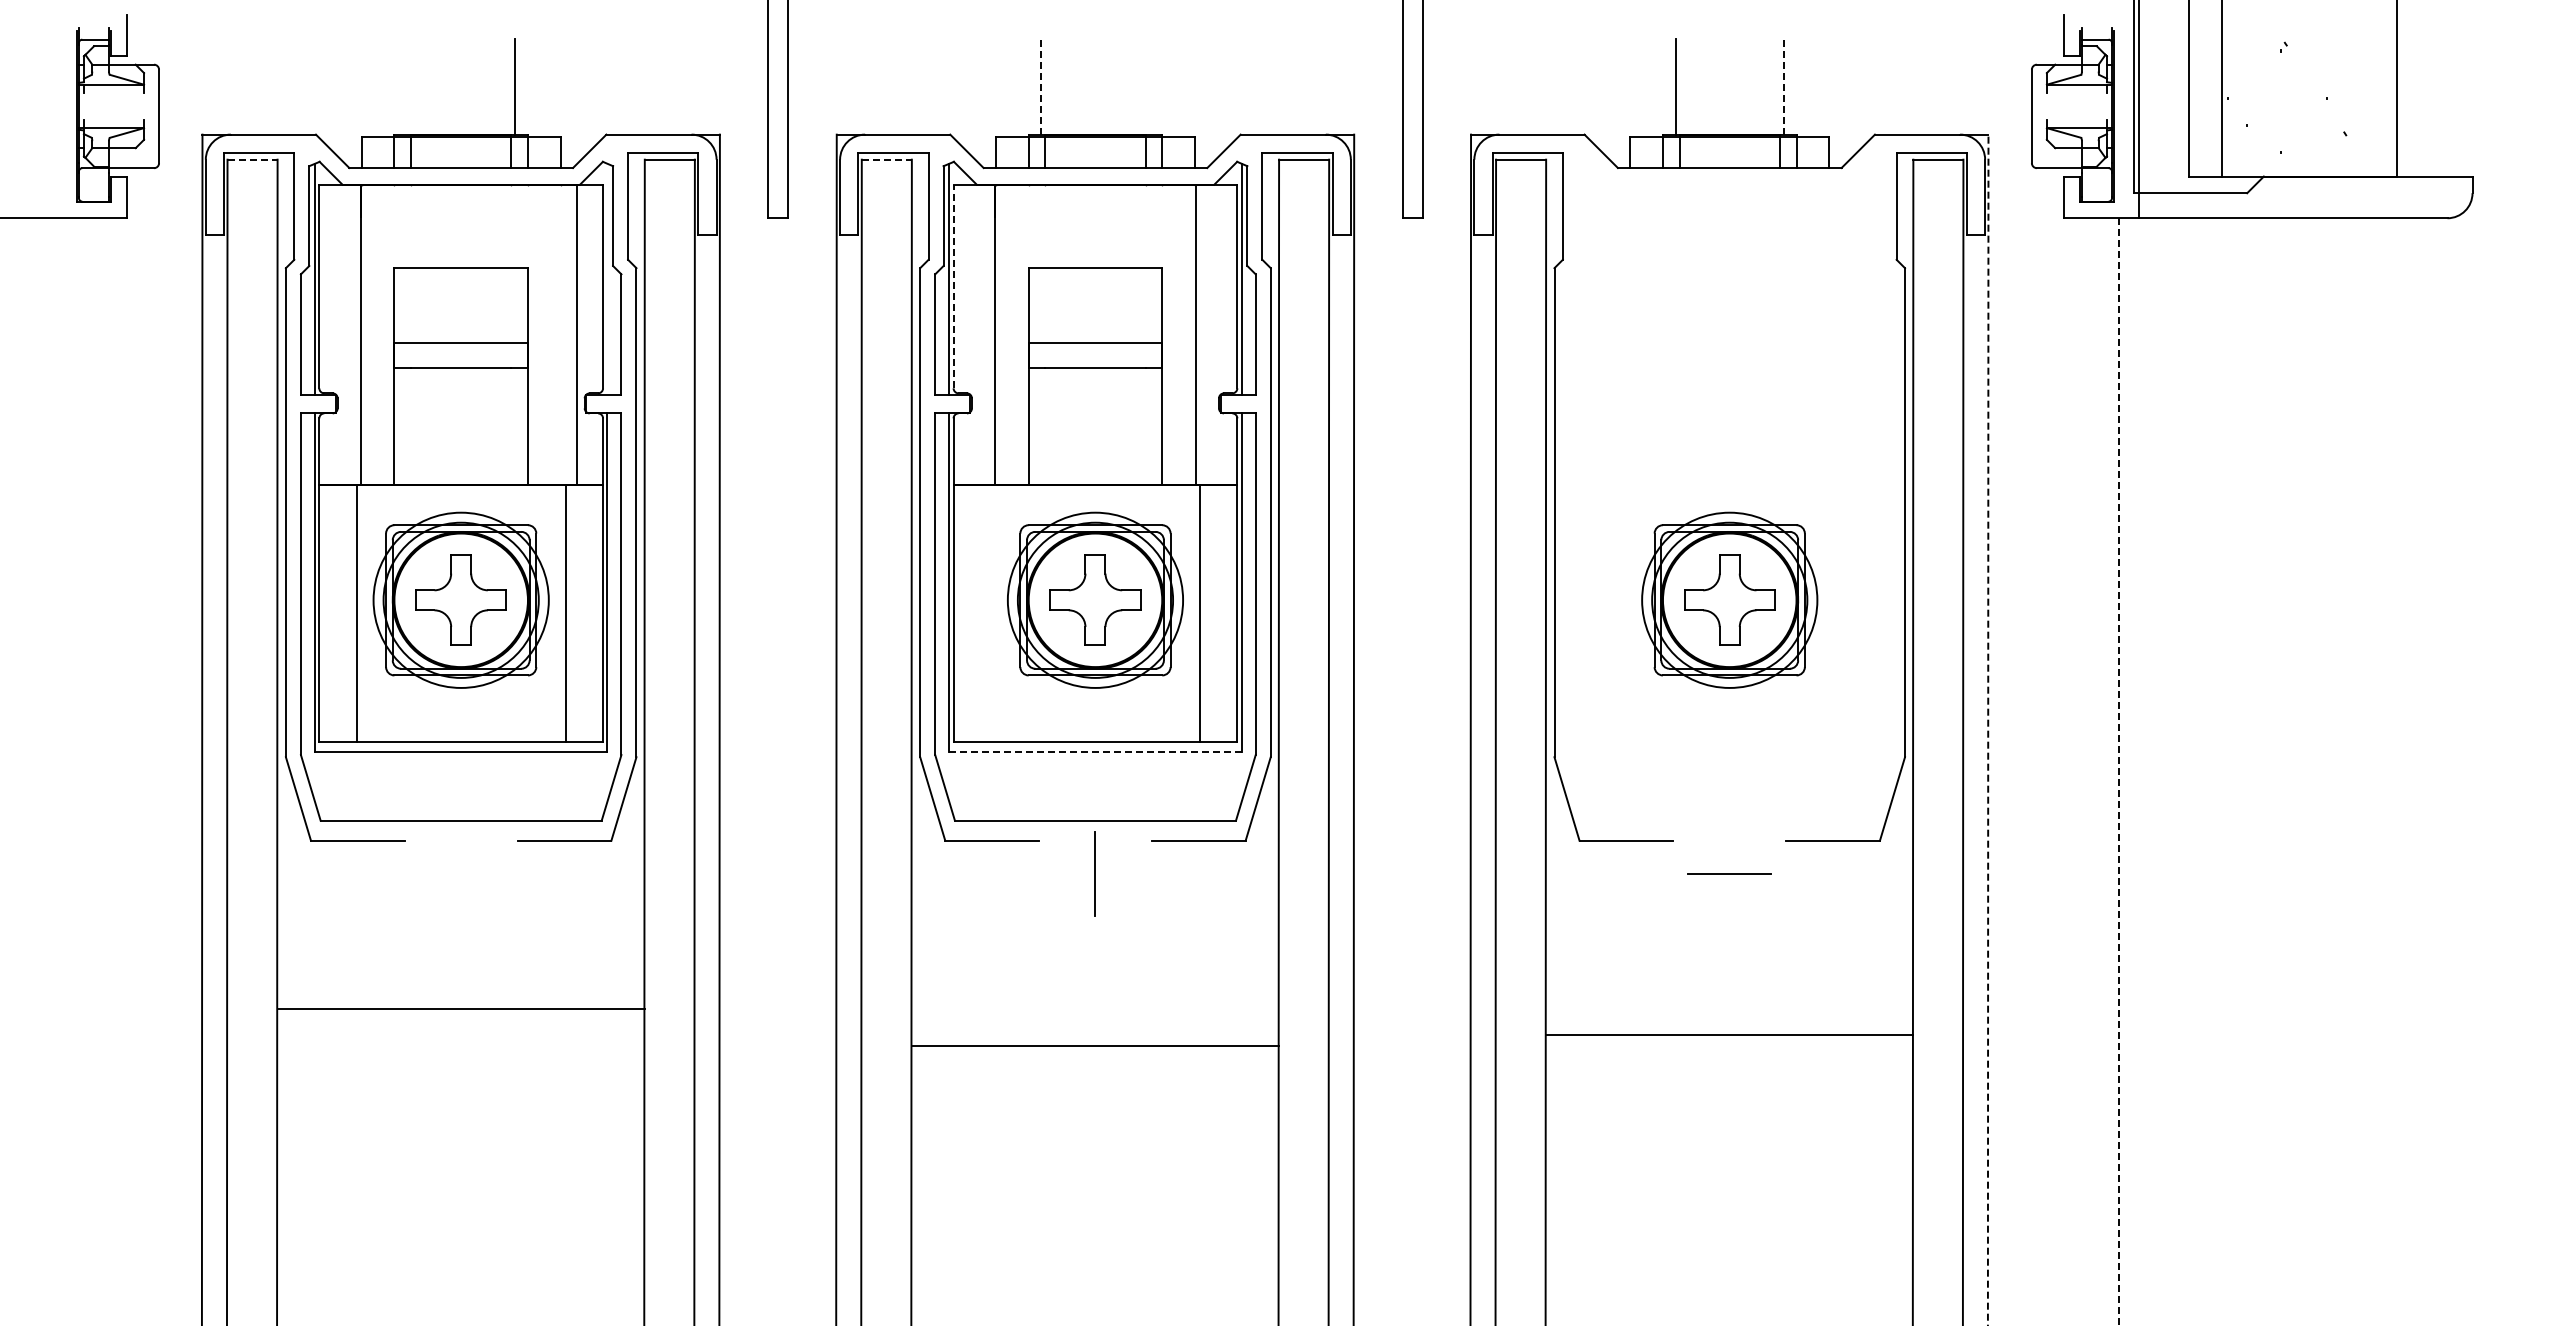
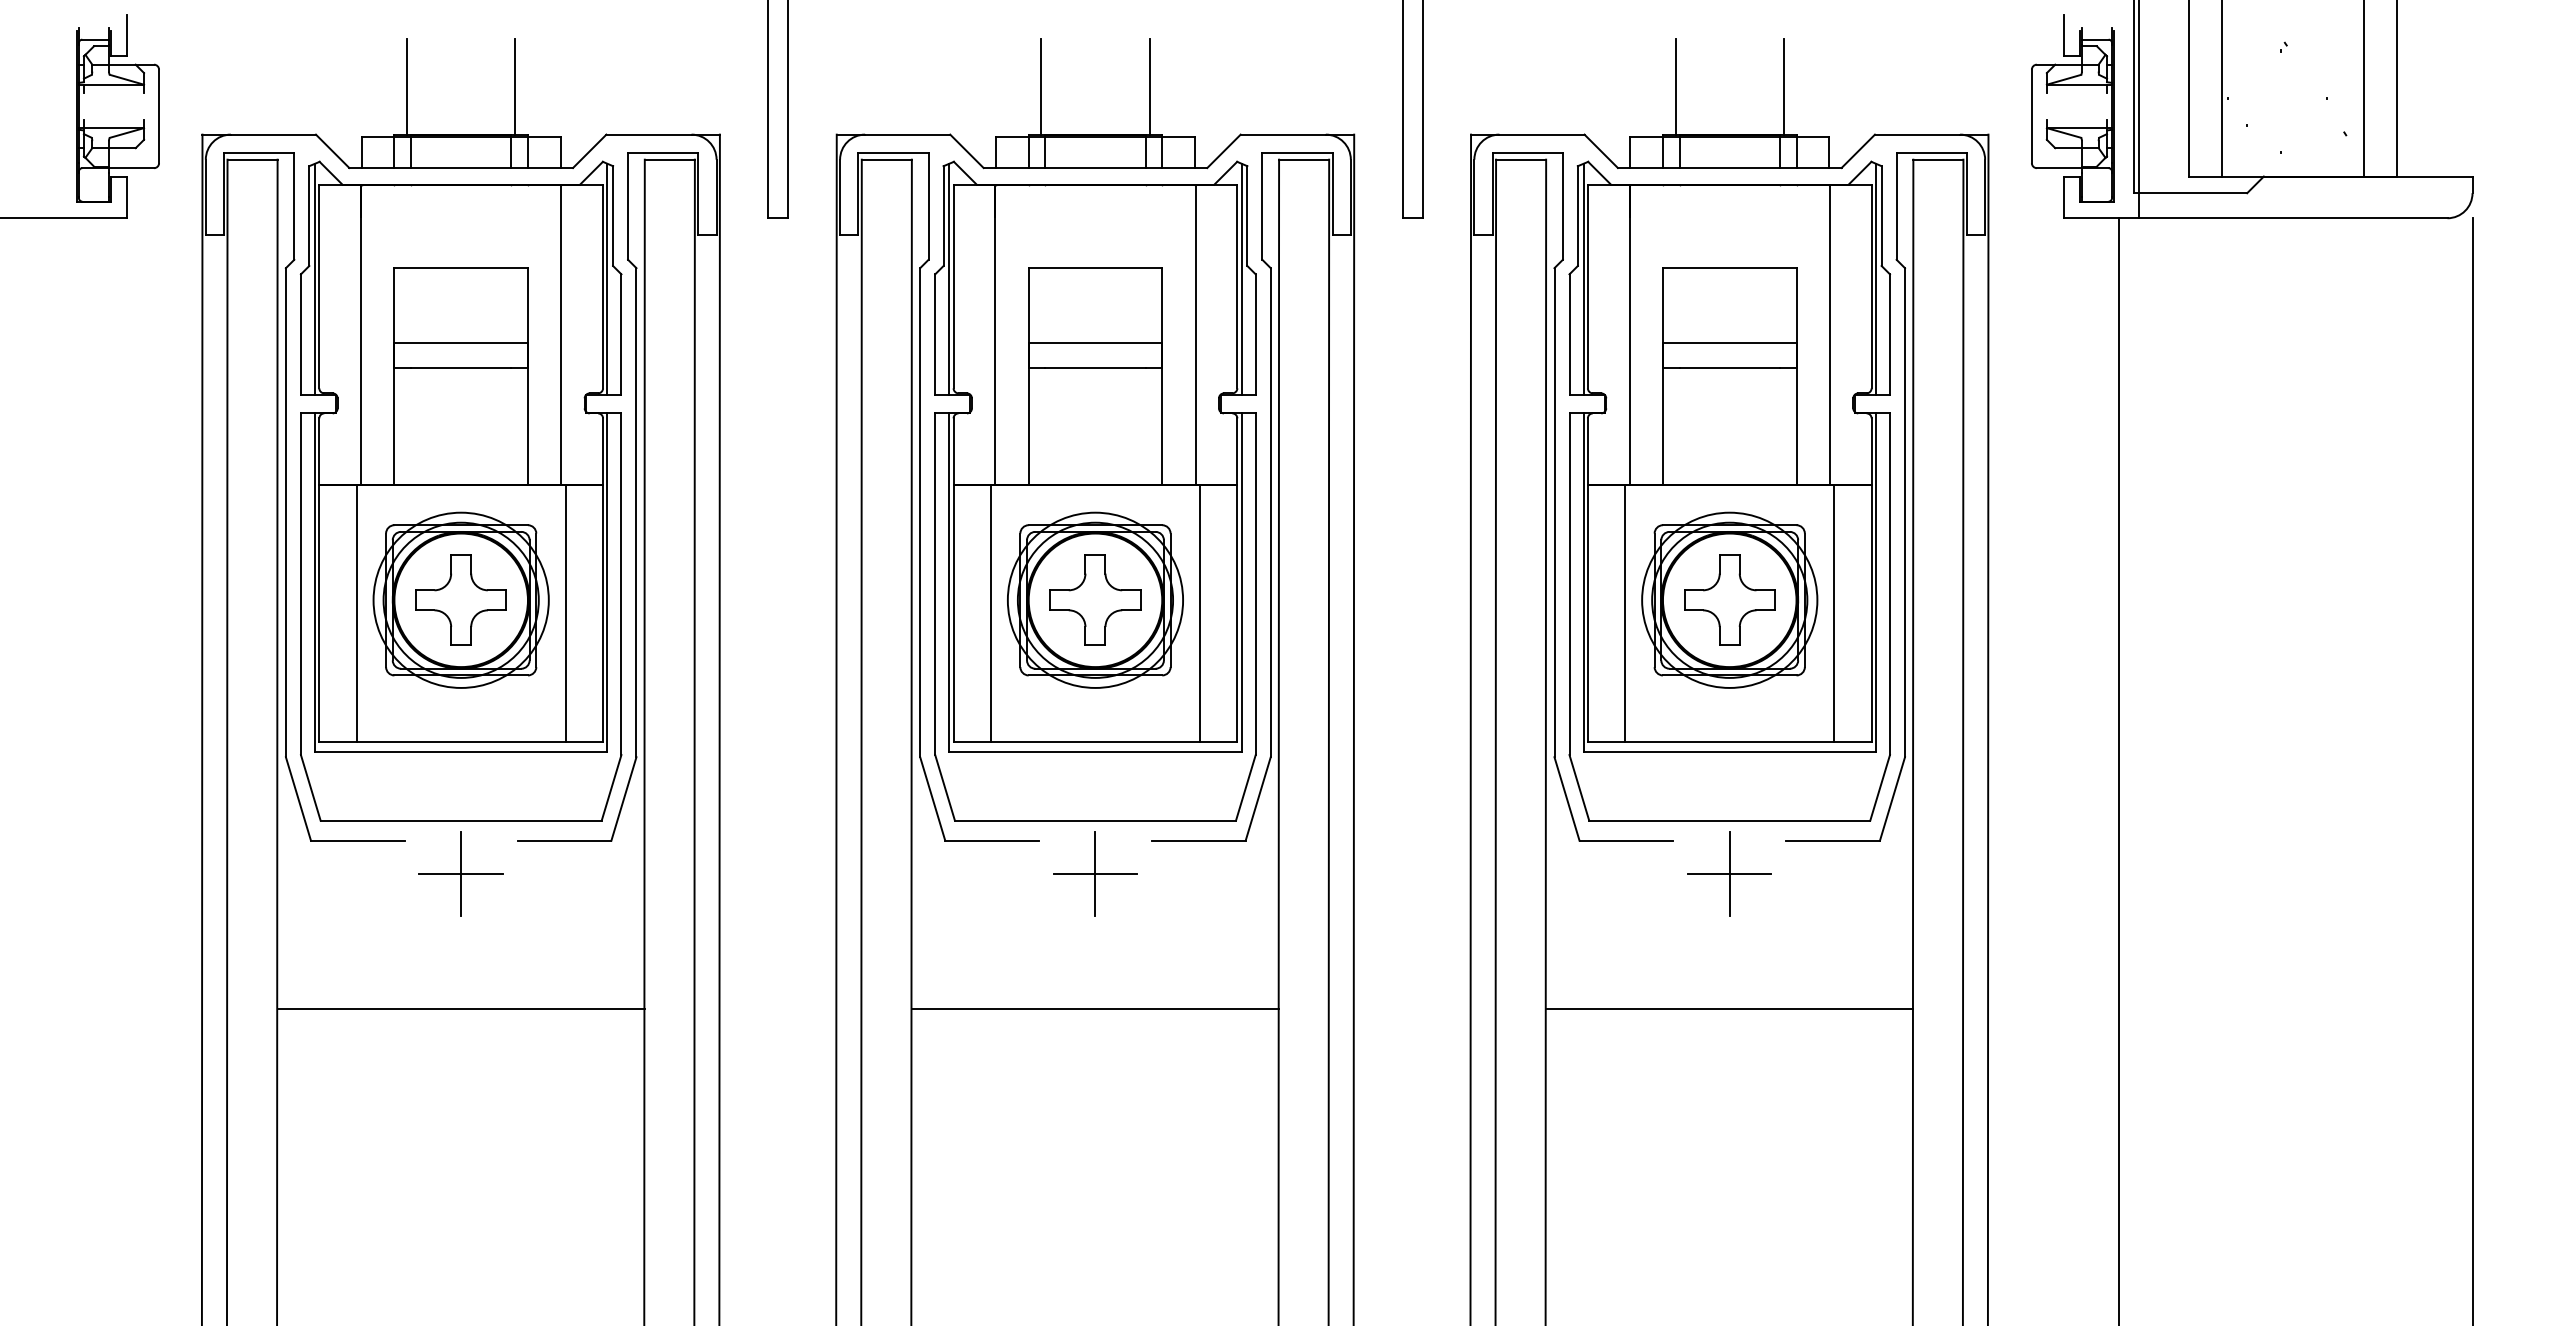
line at (406, 86): none -> present
line at (1149, 86): none -> present
line at (1041, 87): dashed -> solid
line at (1784, 87): dashed -> solid
line at (2364, 89): none -> present
line at (253, 159): dashed -> solid
line at (887, 159): dashed -> solid
line at (607, 279): none -> present
line at (953, 286): dashed -> solid
line at (577, 334) position: (577, 334) -> (561, 334)
part at (1729, 490): none -> present
line at (991, 613): none -> present
line at (1988, 729): dashed -> solid
line at (1095, 752): dashed -> solid
line at (2472, 770): none -> present
line at (2118, 772): dashed -> solid
part at (460, 873): none -> present
line at (1729, 873): none -> present
line at (1095, 874): none -> present
line at (1729, 1035) position: (1729, 1035) -> (1729, 1009)
line at (1095, 1046) position: (1095, 1046) -> (1095, 1009)
